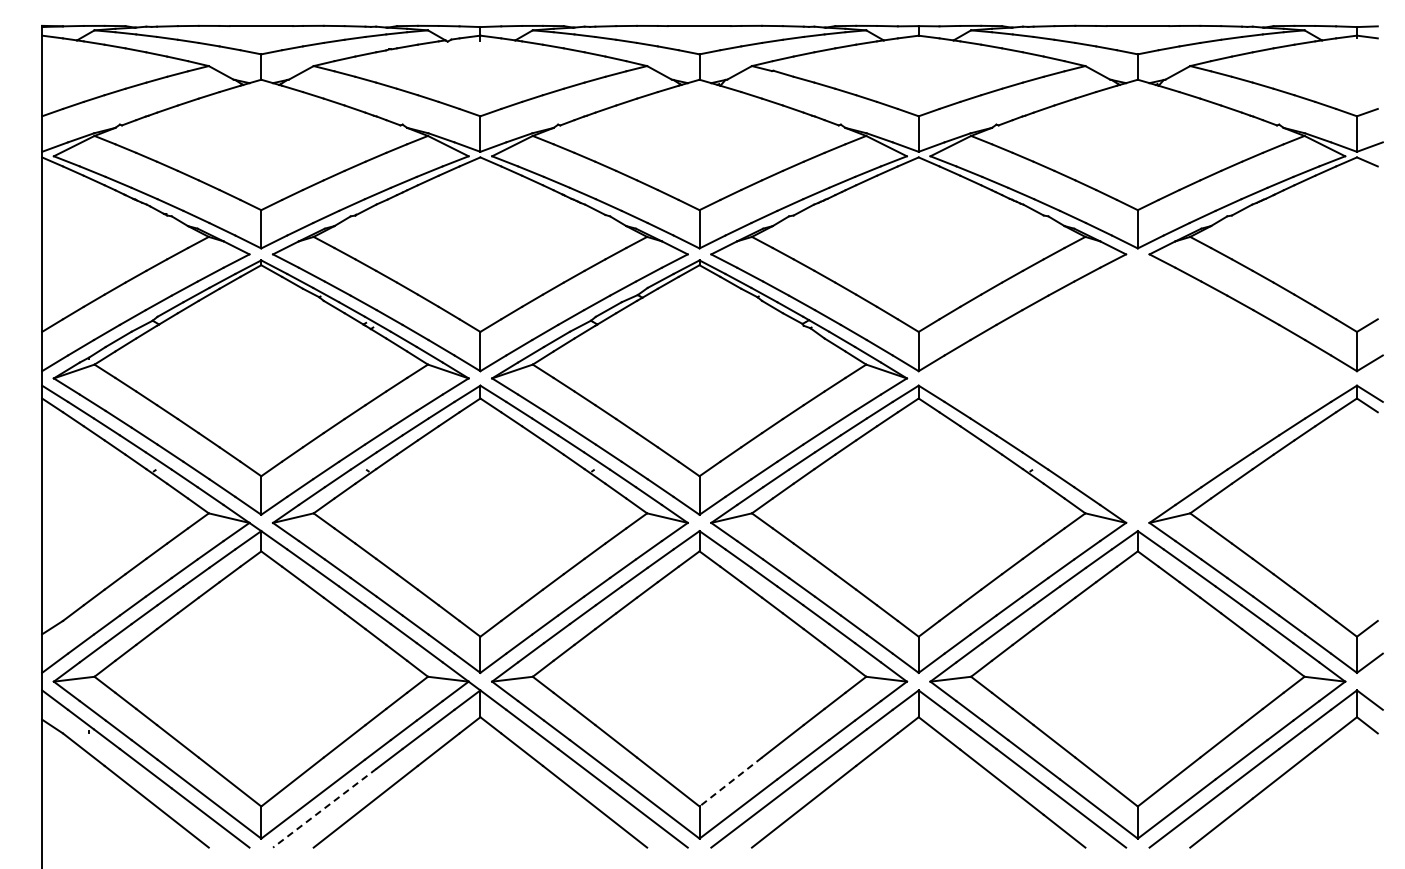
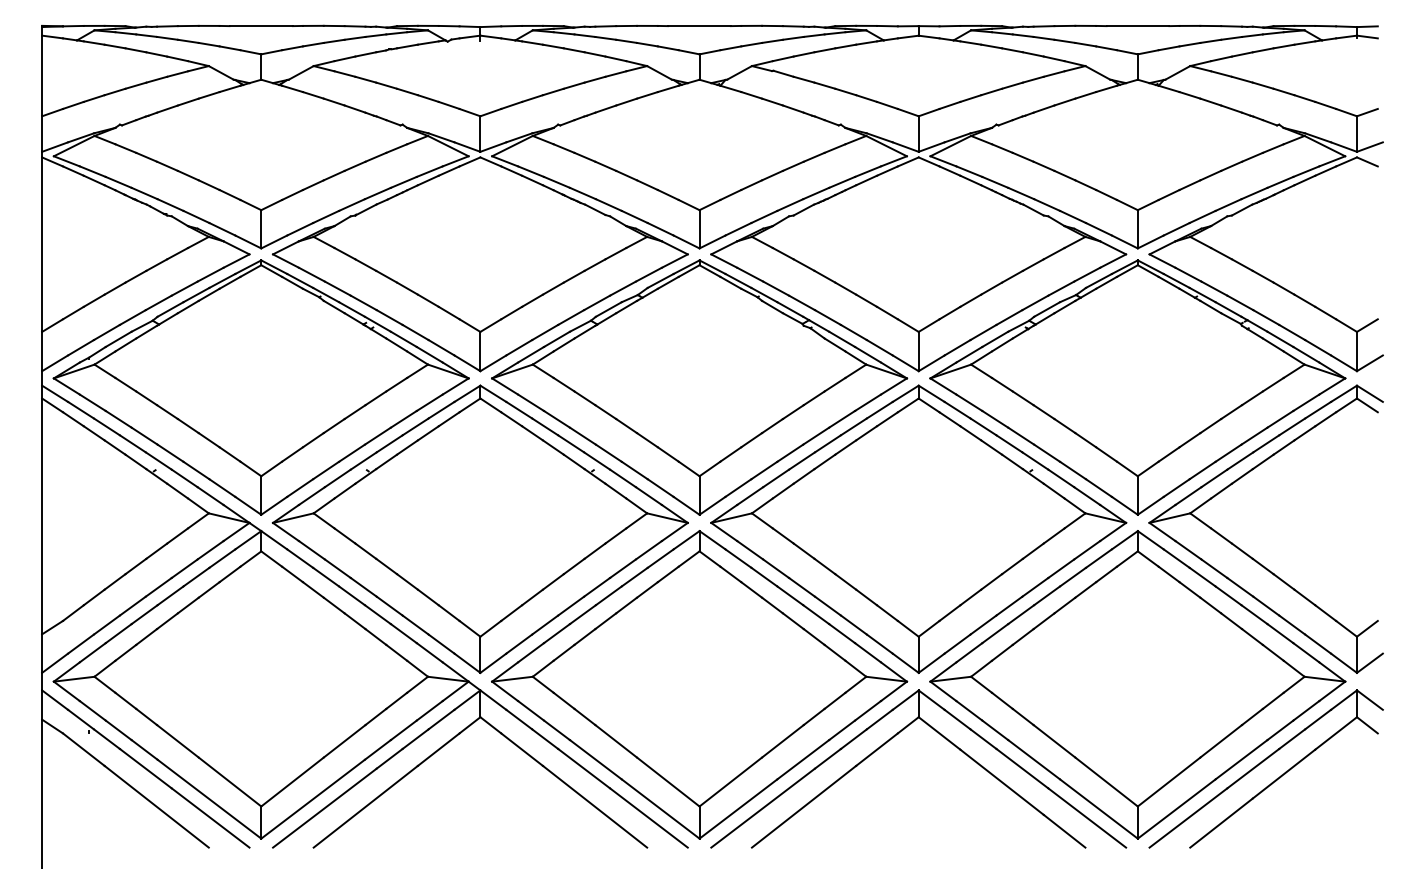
part at (1137, 387): none -> present
line at (730, 782): dashed -> solid
line at (324, 808): dashed -> solid
